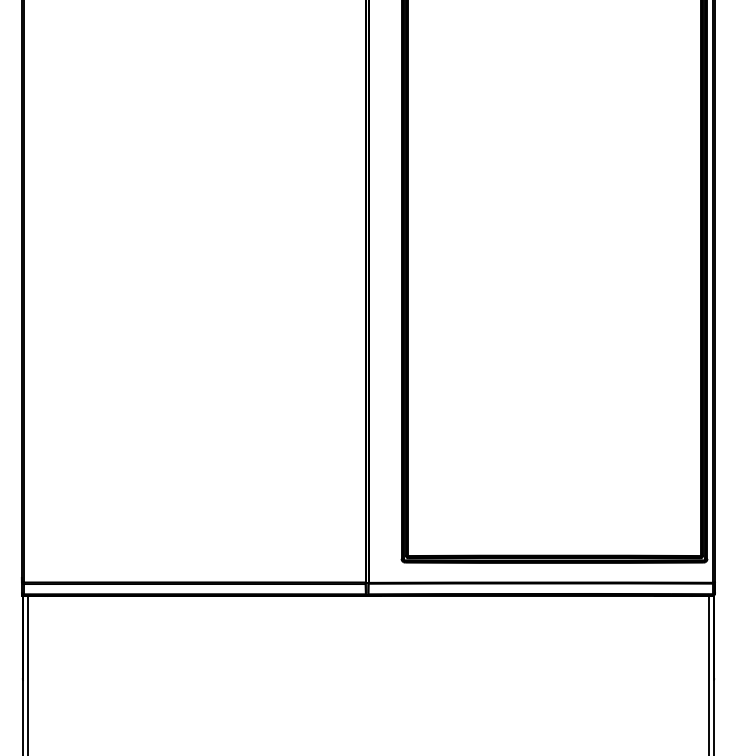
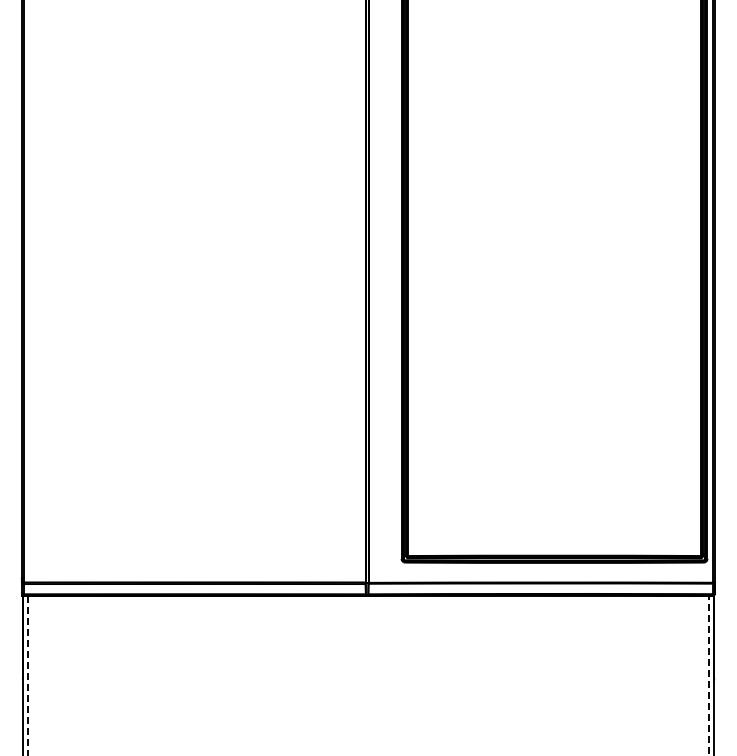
line at (28, 675): solid -> dashed
line at (708, 675): solid -> dashed
